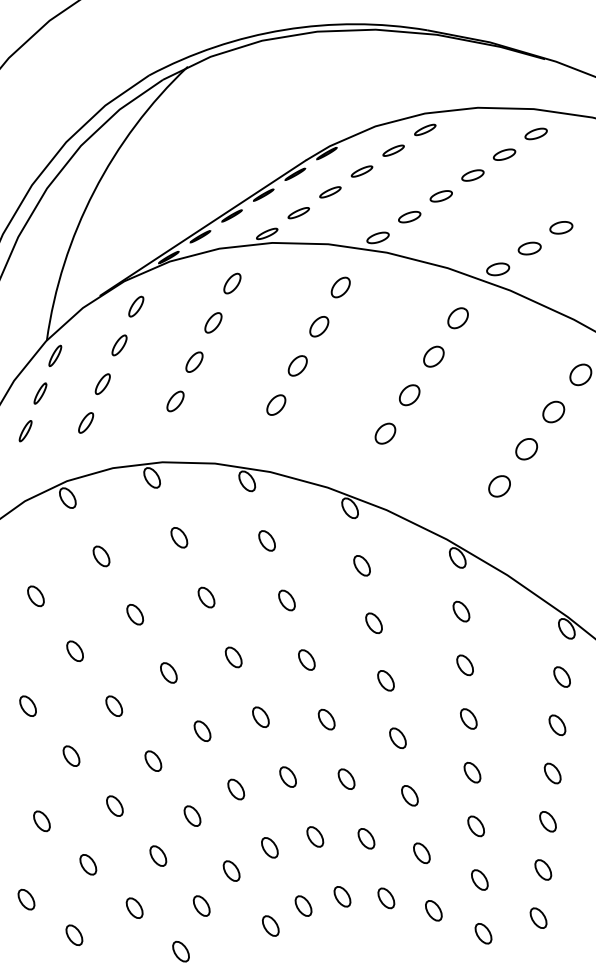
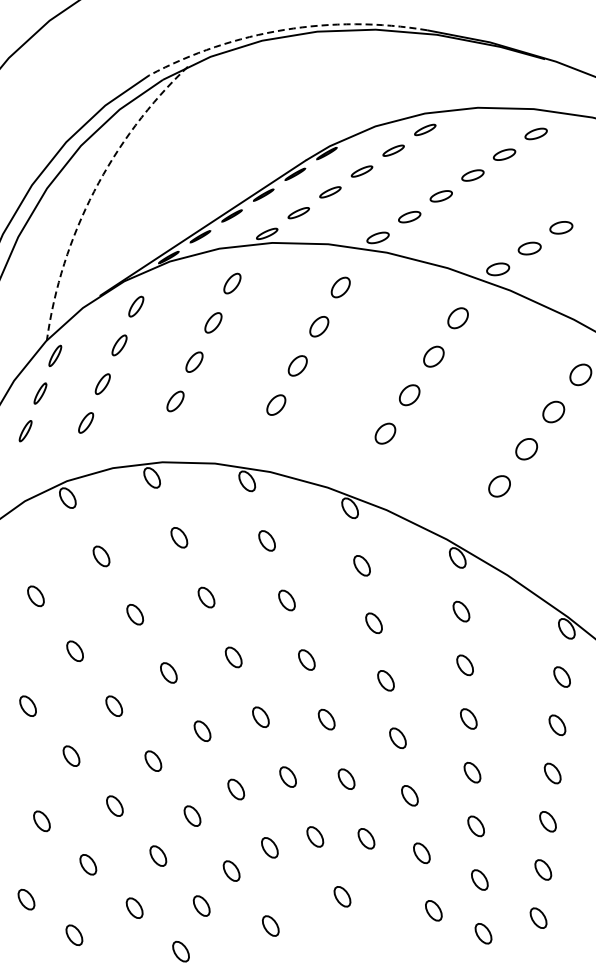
arc at (284, 29): solid -> dashed
arc at (94, 191): solid -> dashed
part at (386, 898): present -> none
part at (303, 905): present -> none
